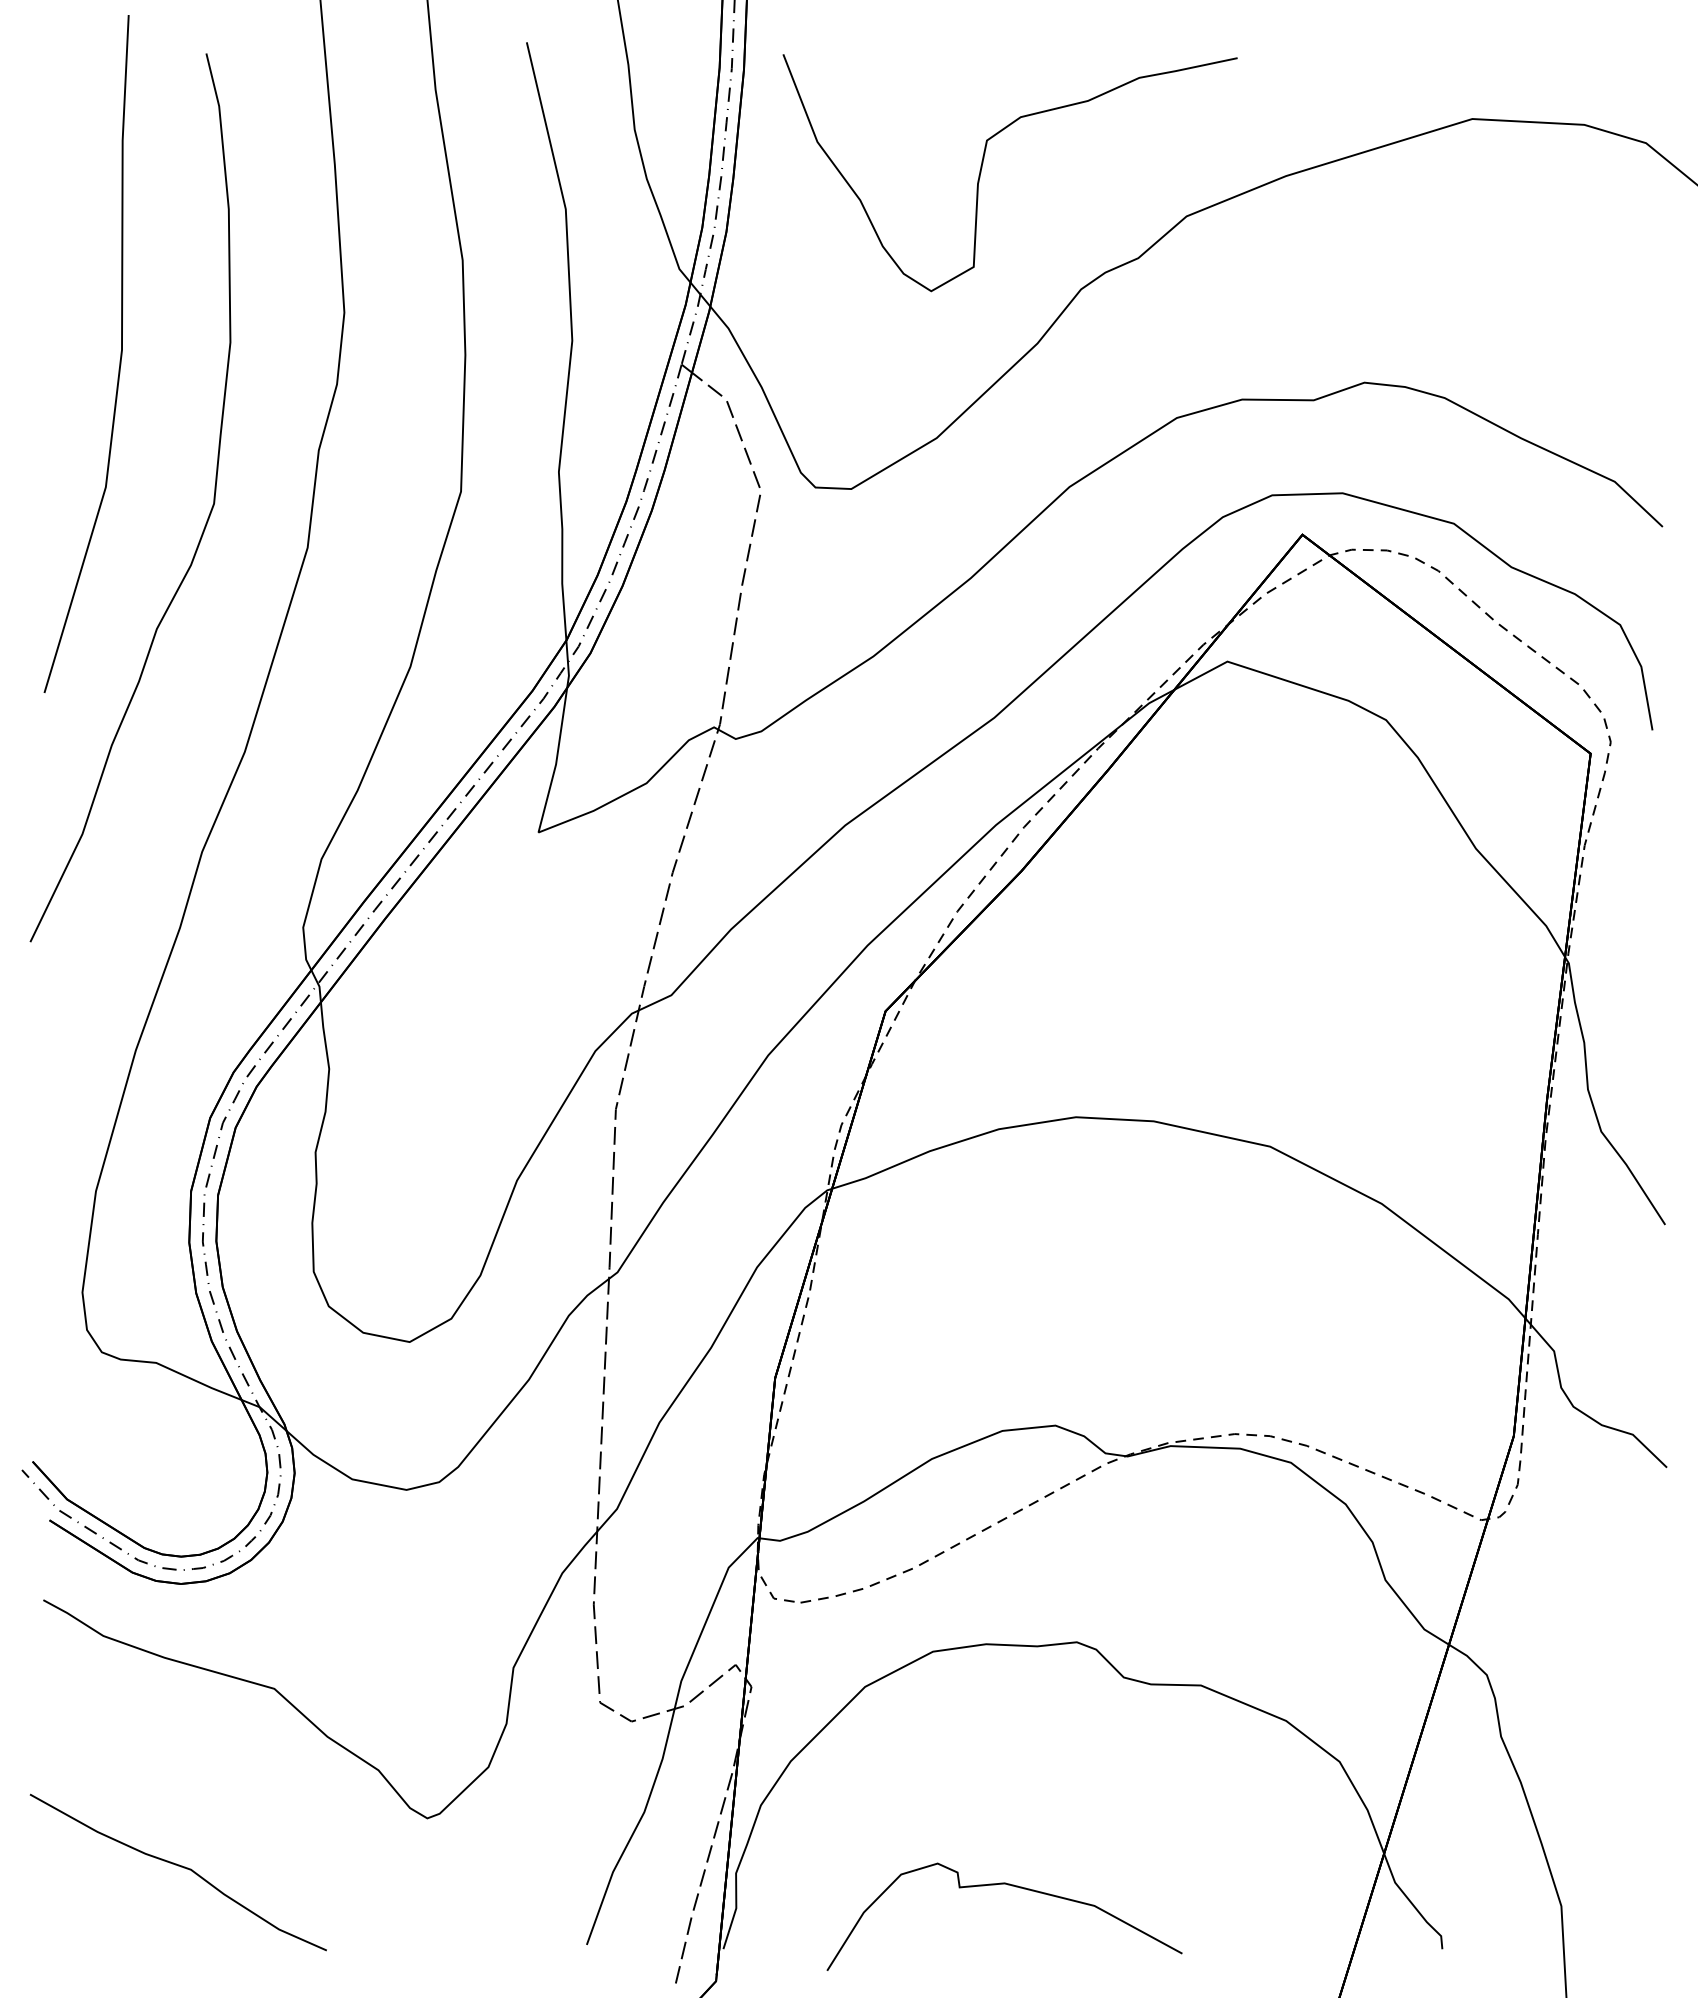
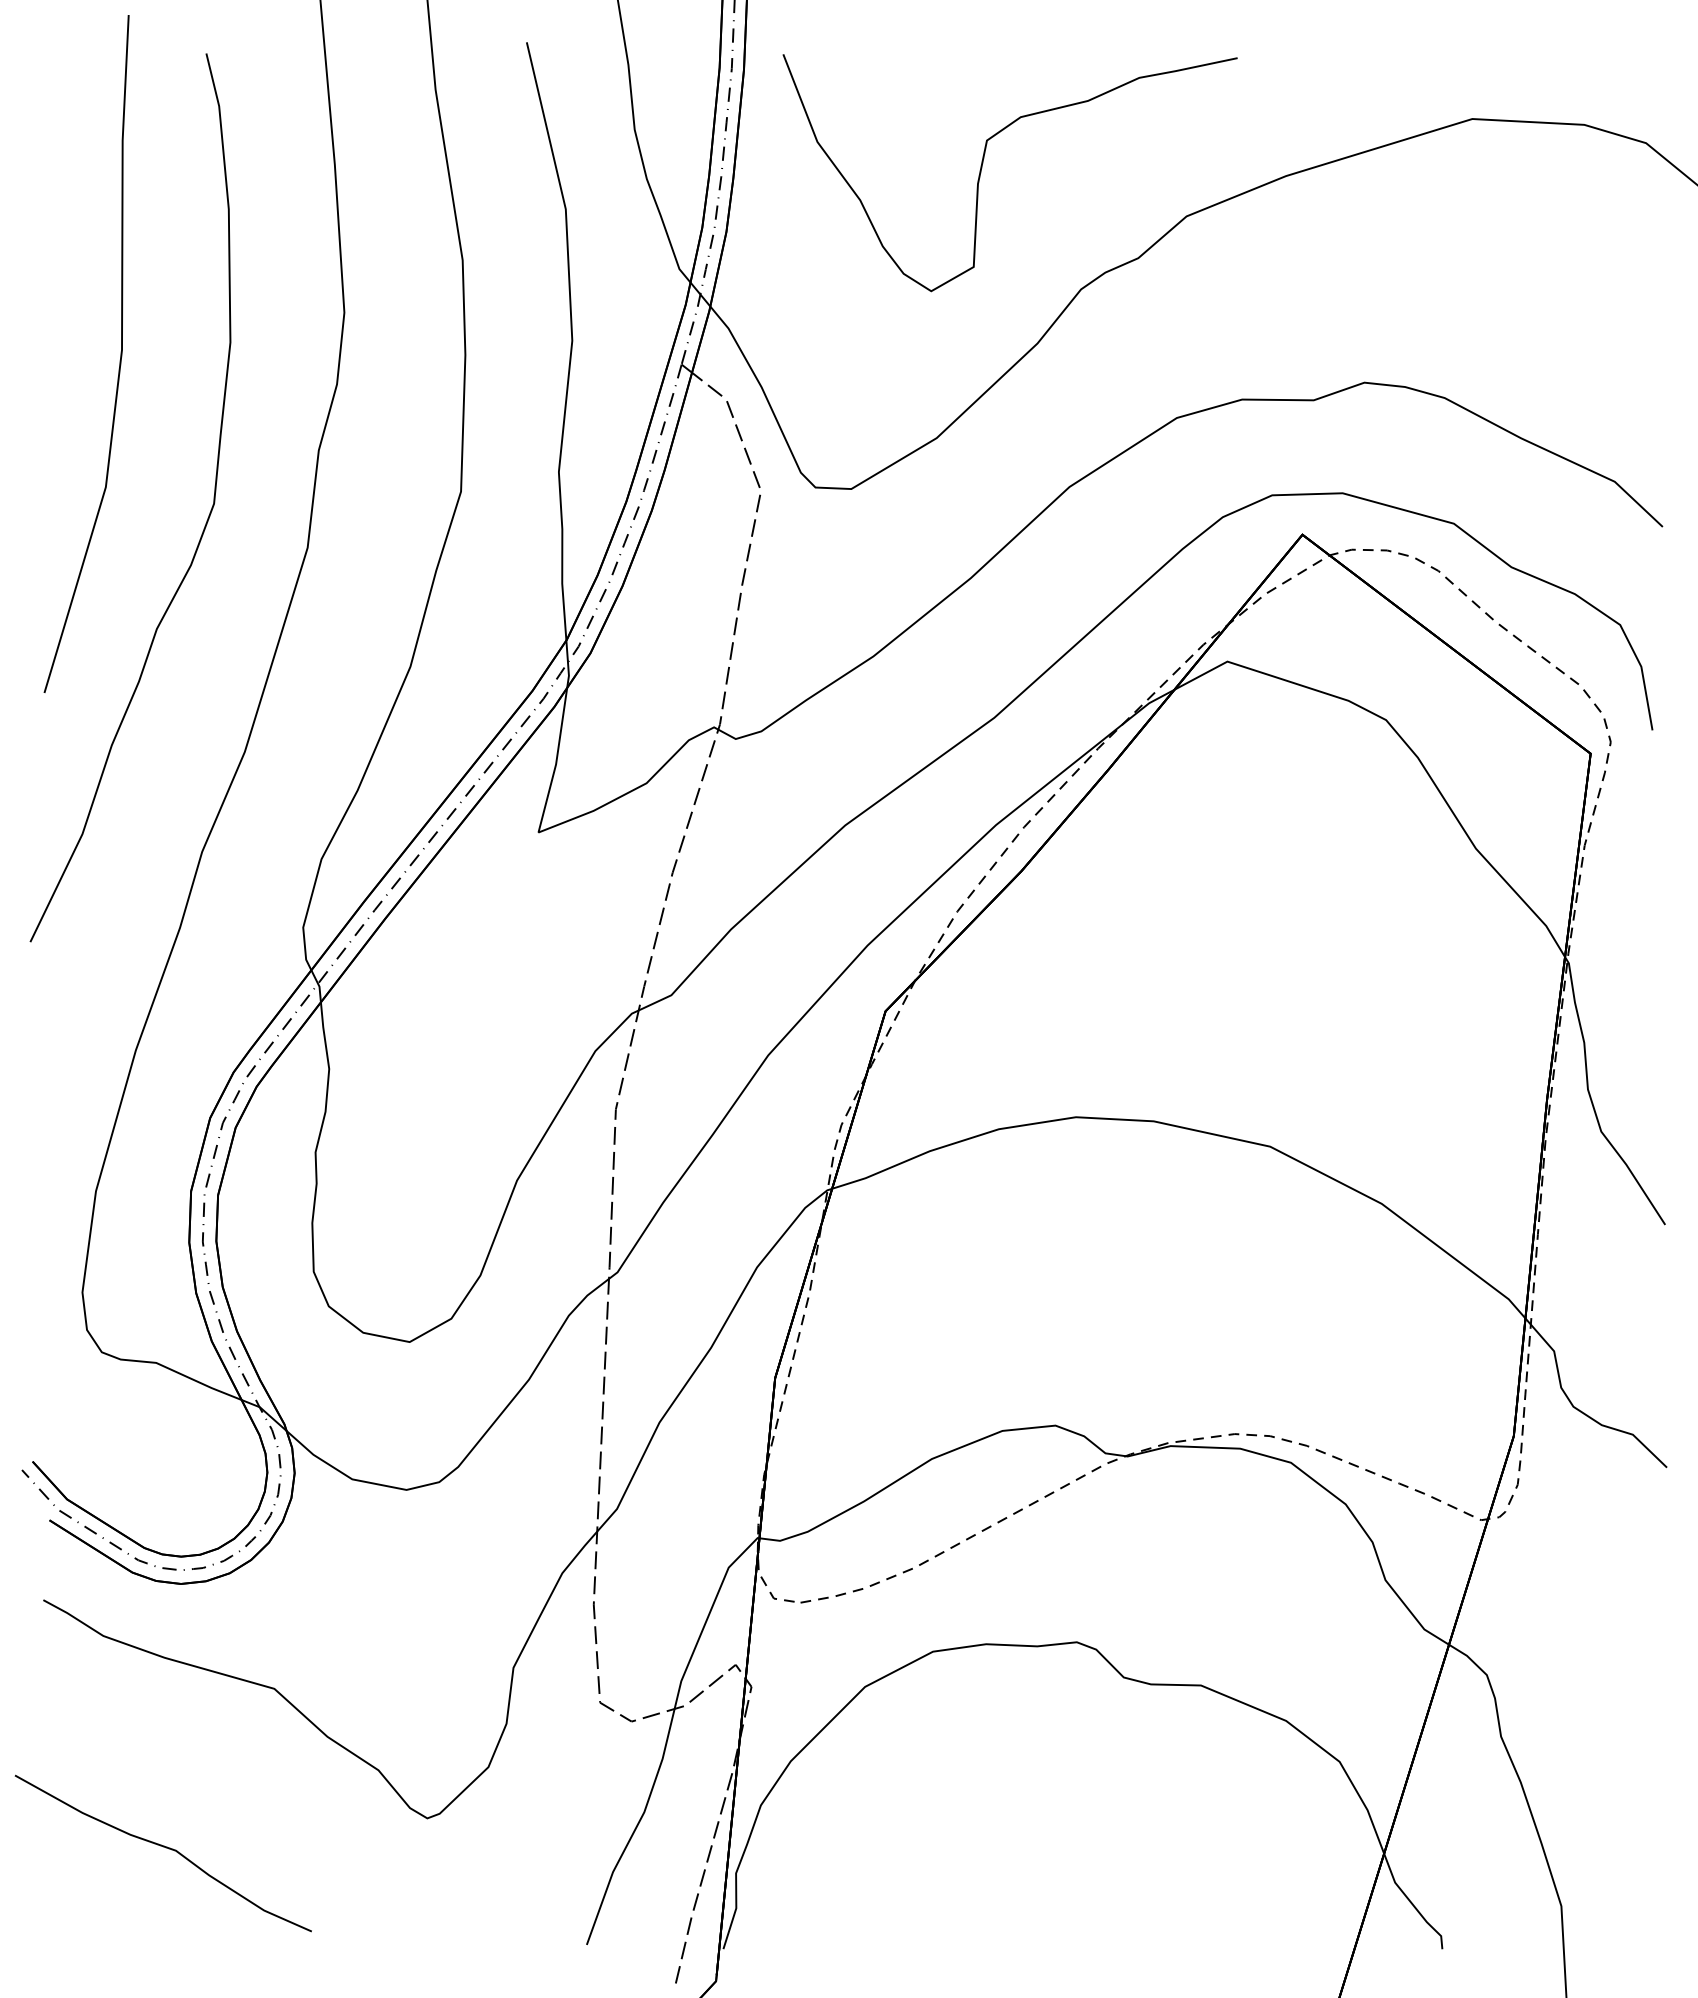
curve at (178, 1866) position: (178, 1866) -> (163, 1847)
curve at (1012, 1886): present -> none
